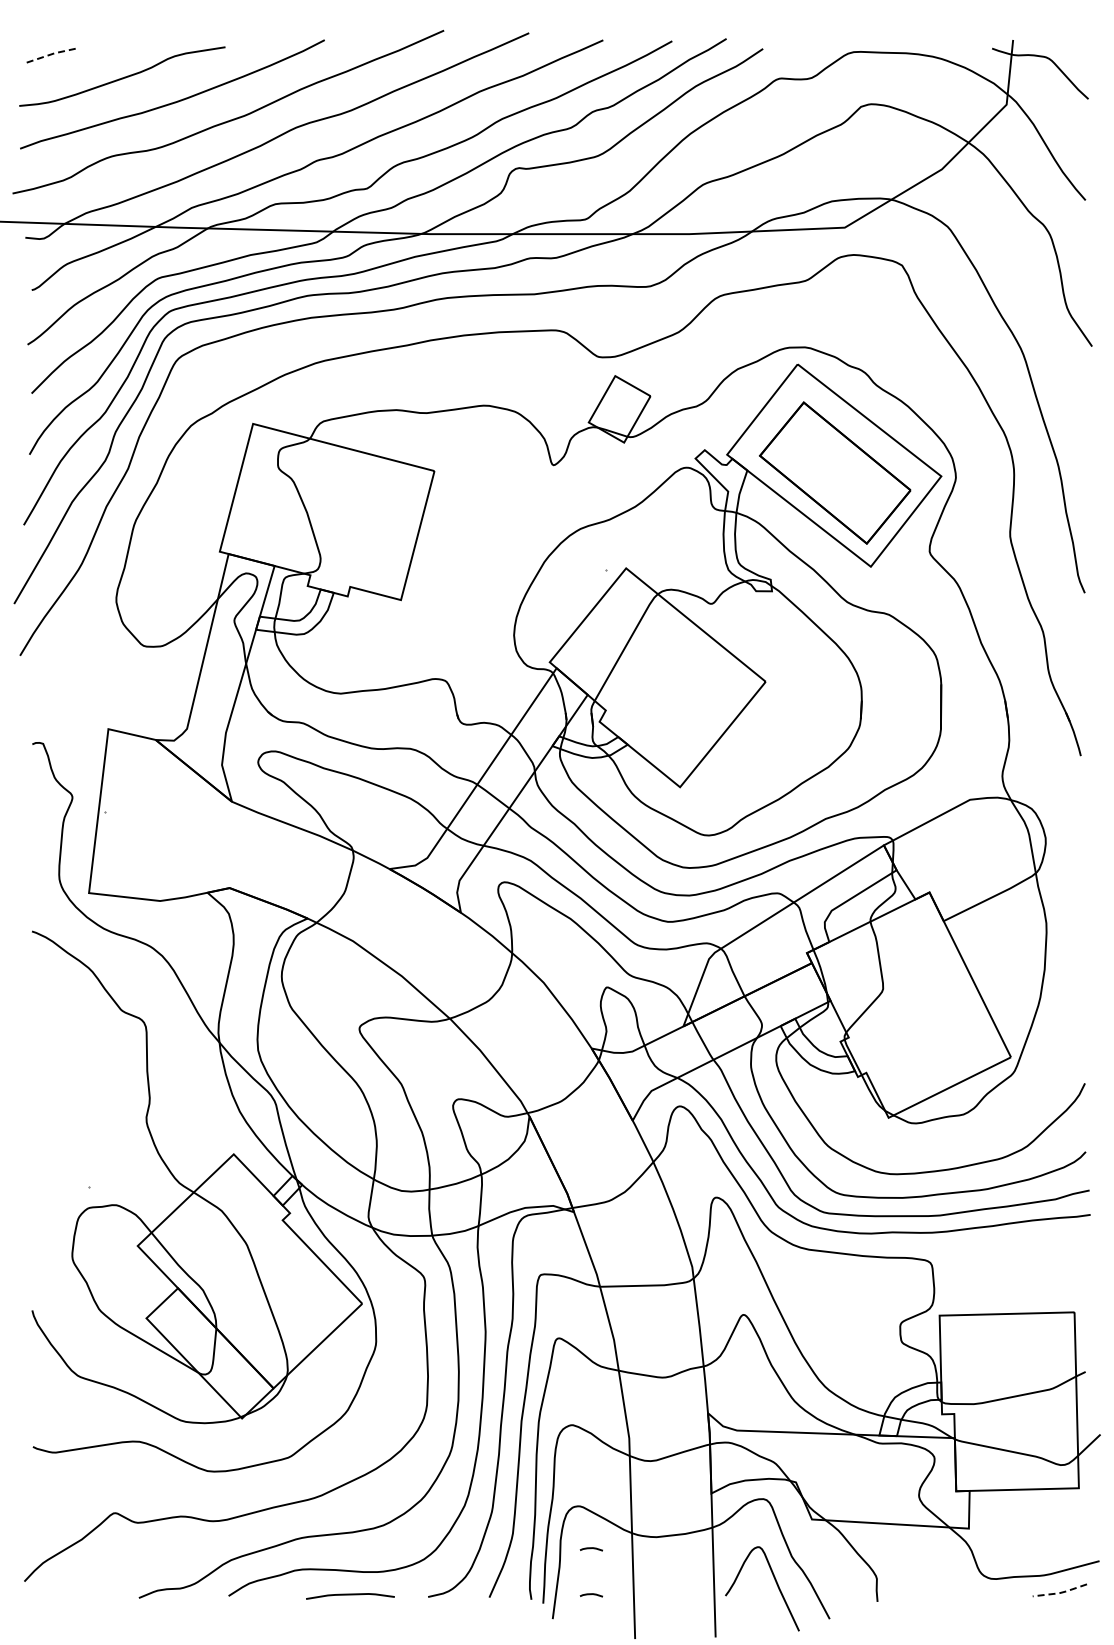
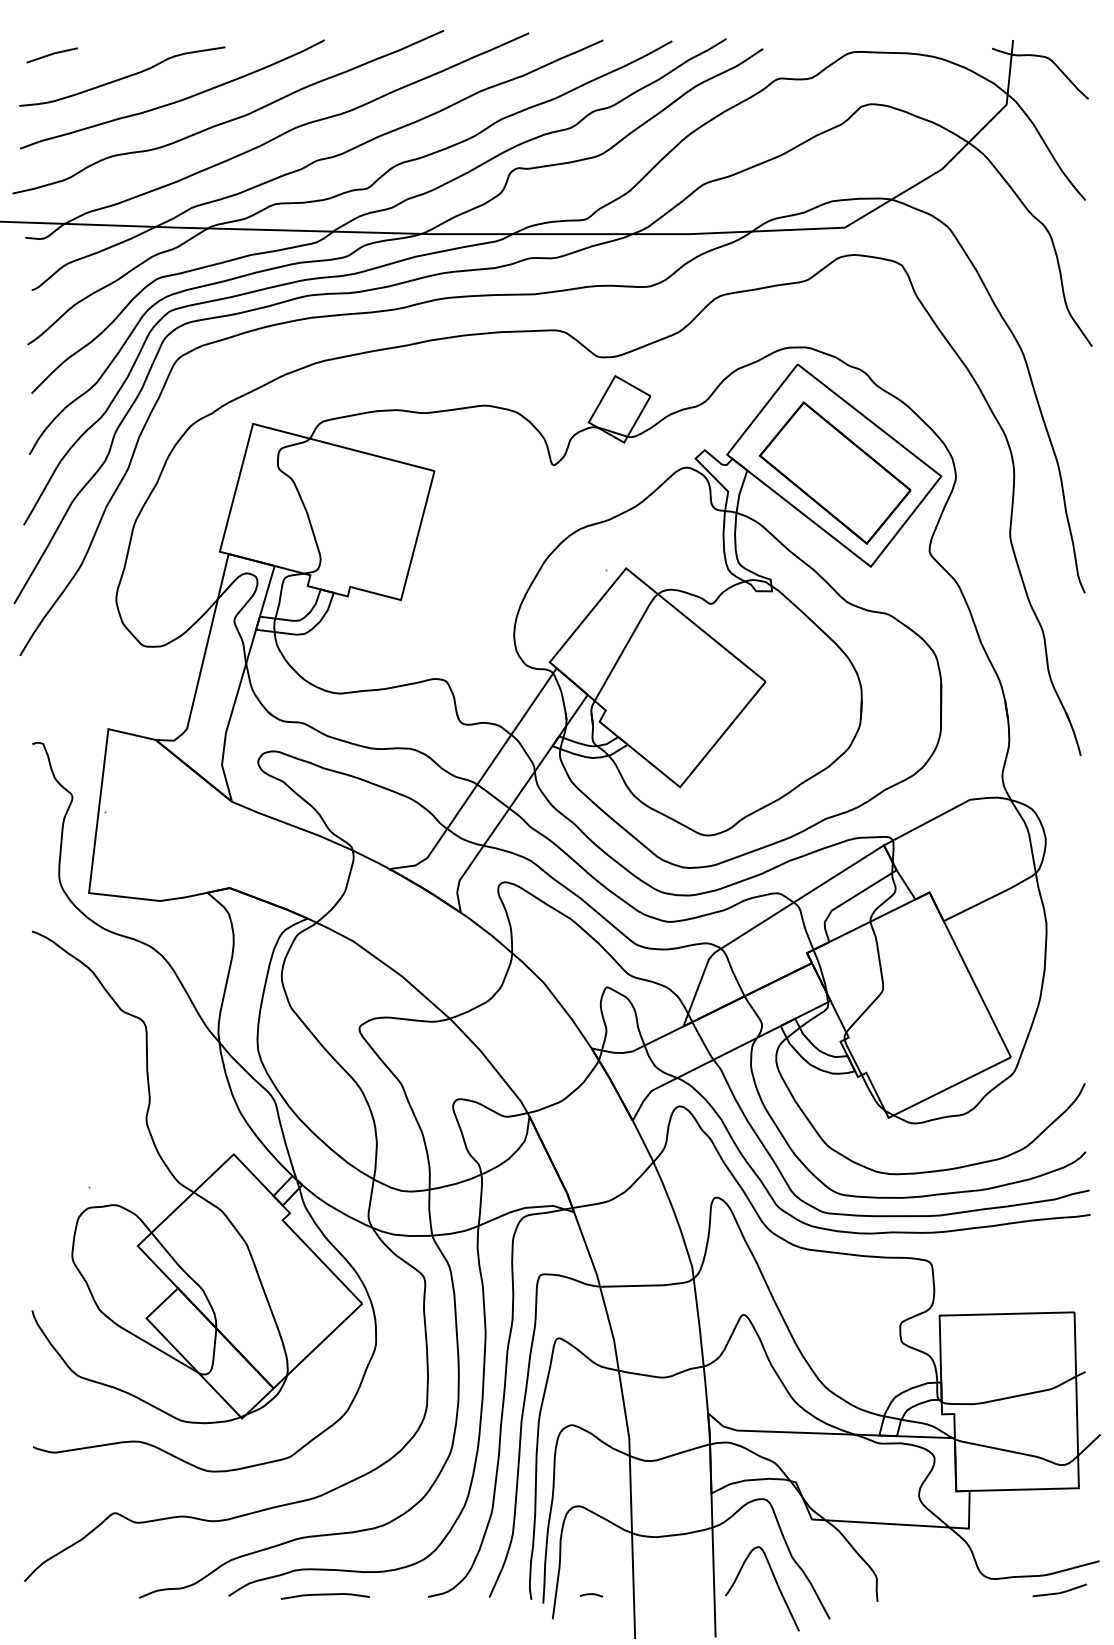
line at (52, 53): dashed -> solid
curve at (590, 1549): present -> none
line at (1060, 1593): dashed -> solid
curve at (350, 1595) position: (350, 1595) -> (325, 1595)
